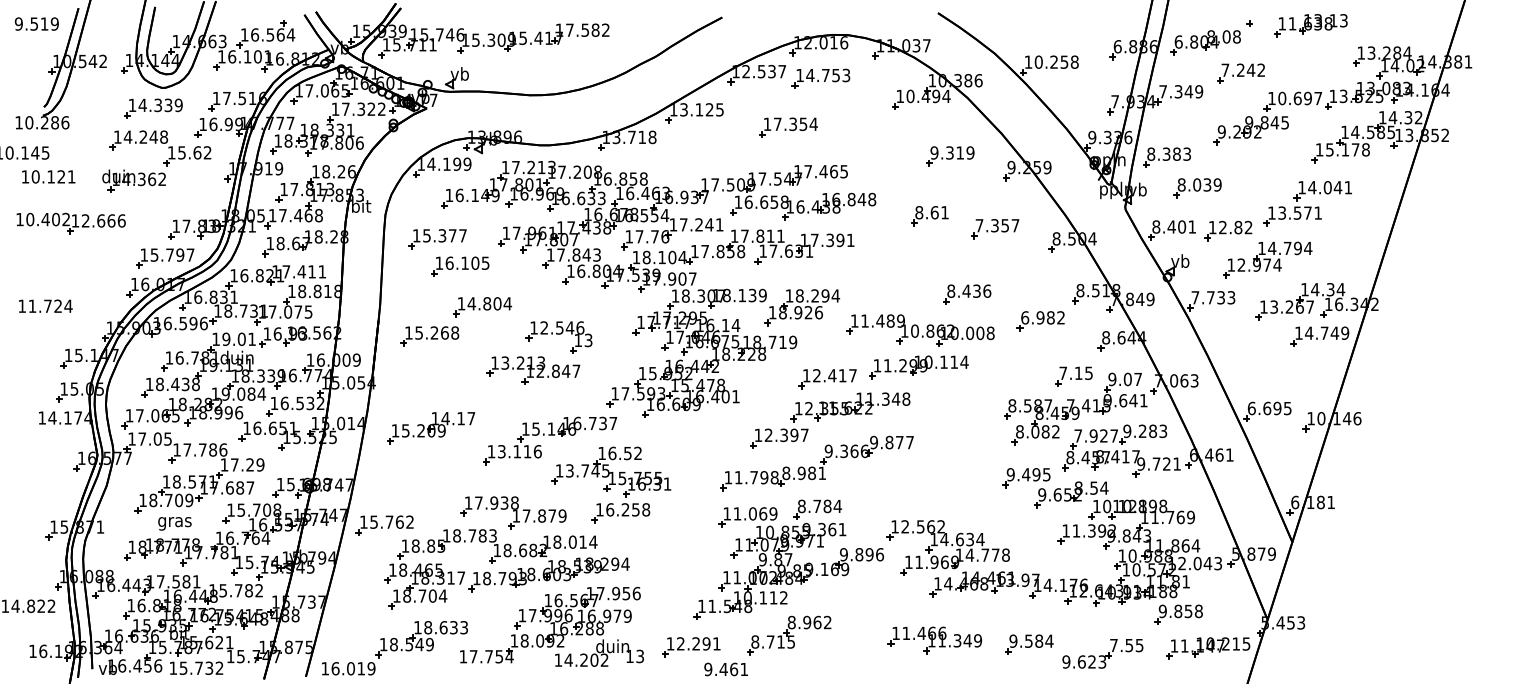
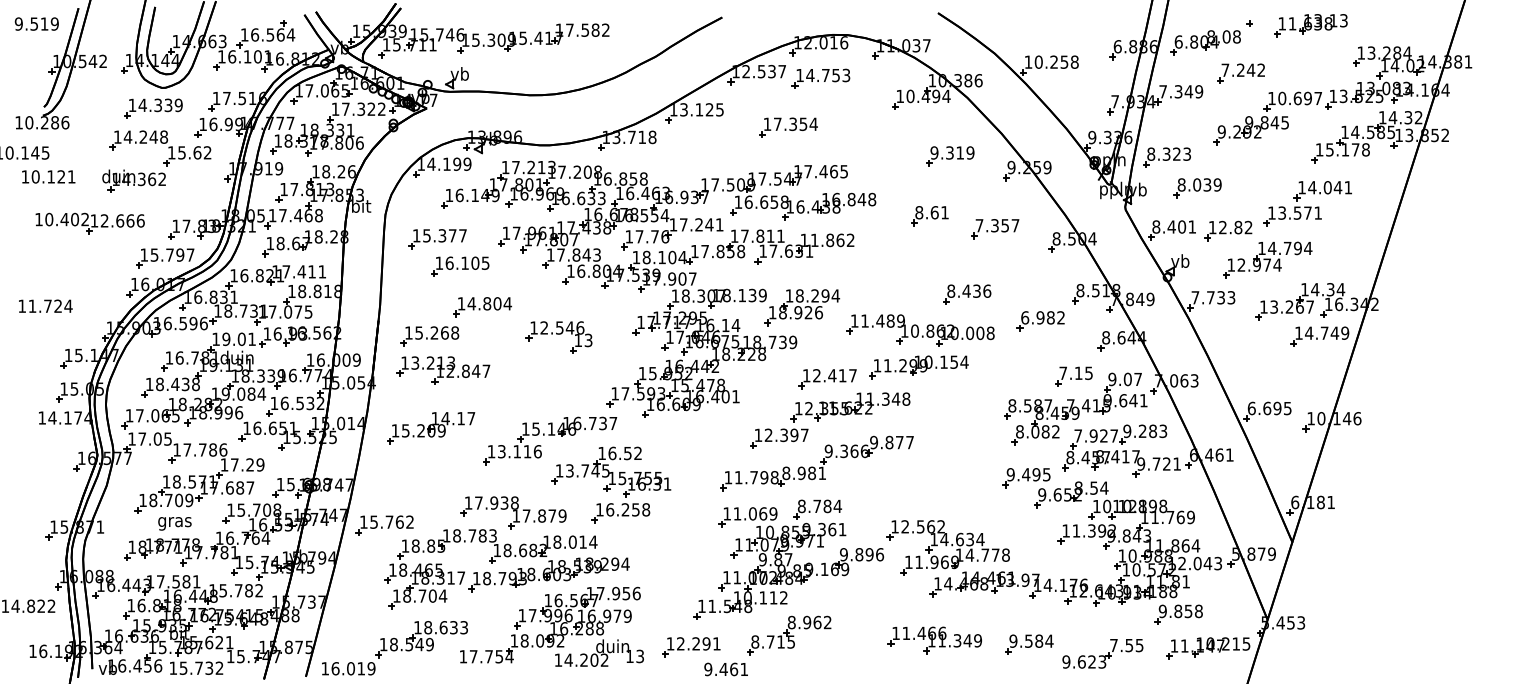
text at (1176, 153): 8.383 -> 8.323
part at (70, 223) position: (70, 223) -> (89, 223)
text at (832, 240): 17.391 -> 11.862
text at (782, 342): 18.719 -> 18.739
text at (953, 361): 10.114 -> 10.154
part at (533, 370) position: (533, 370) -> (443, 370)
